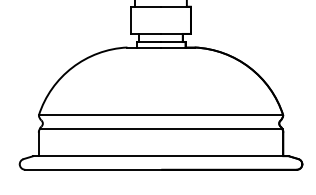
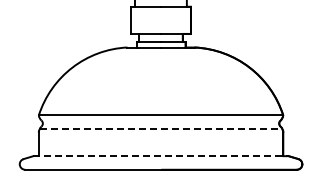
line at (161, 129): solid -> dashed
line at (161, 156): solid -> dashed
